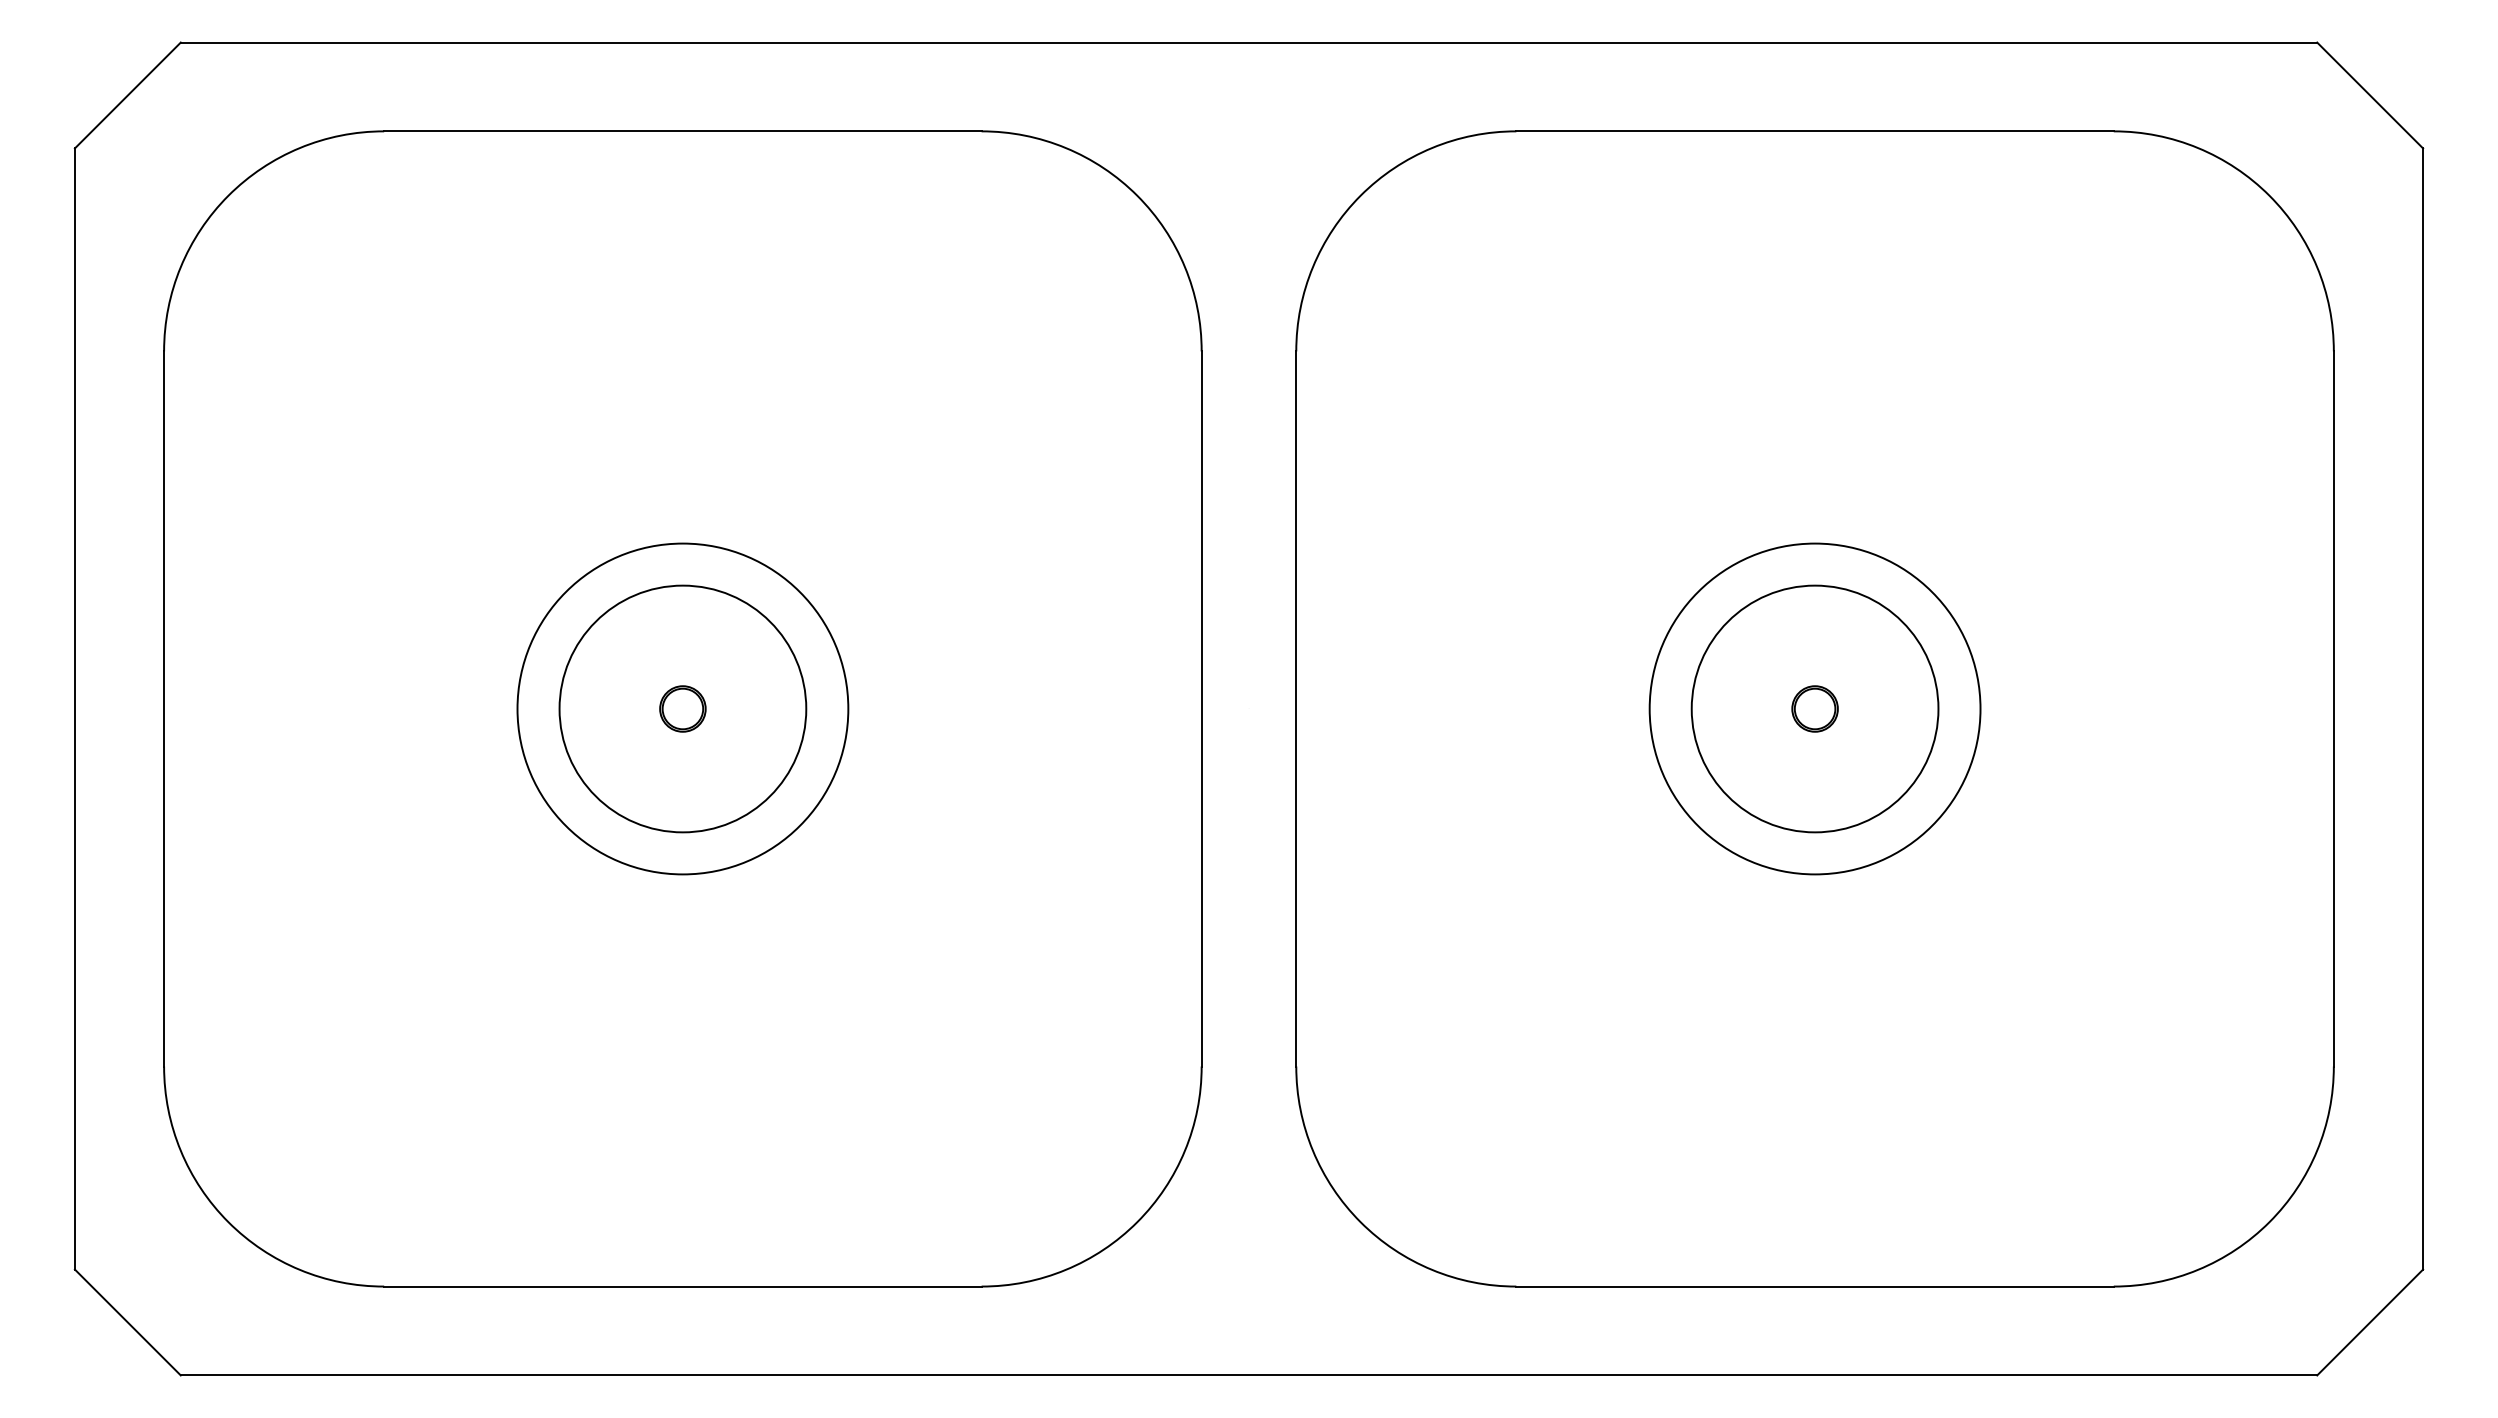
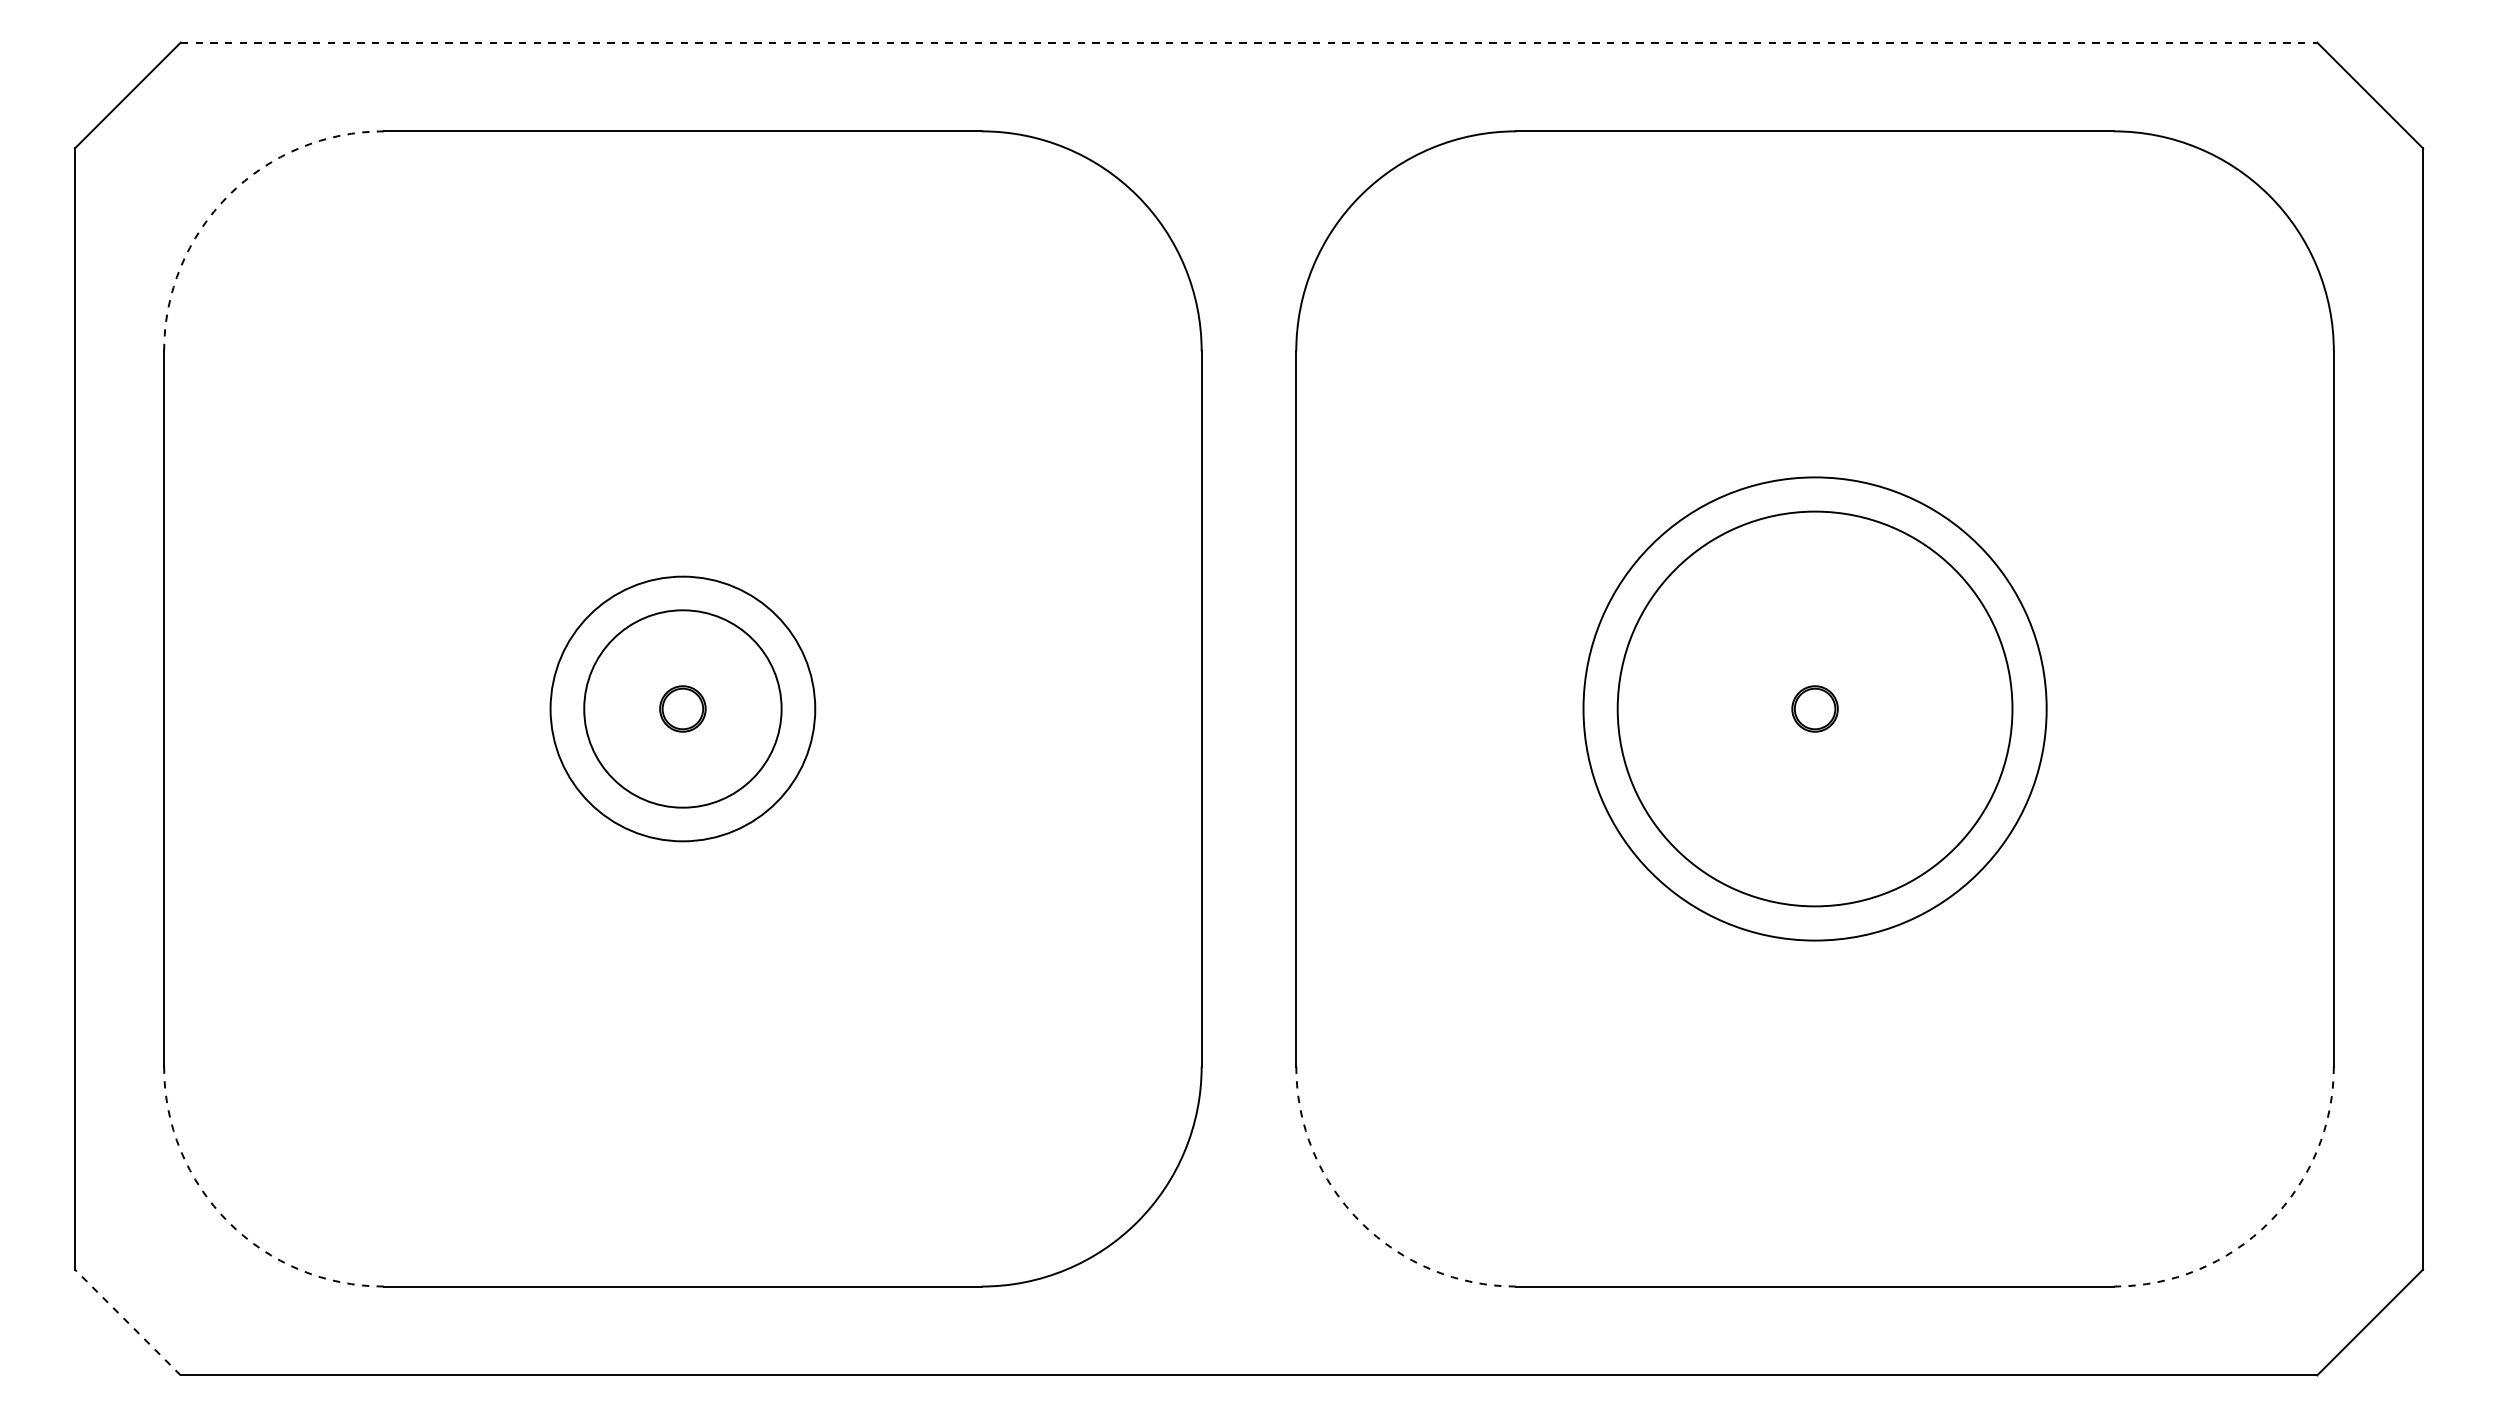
line at (1249, 42): solid -> dashed
arc at (228, 195): solid -> dashed
circle at (682, 708) diameter: 247 px -> 197 px
circle at (682, 708) diameter: 331 px -> 265 px
circle at (1814, 708) diameter: 247 px -> 395 px
circle at (1814, 708) diameter: 331 px -> 463 px
arc at (228, 1222): solid -> dashed
arc at (1360, 1222): solid -> dashed
arc at (2269, 1222): solid -> dashed
line at (127, 1322): solid -> dashed
